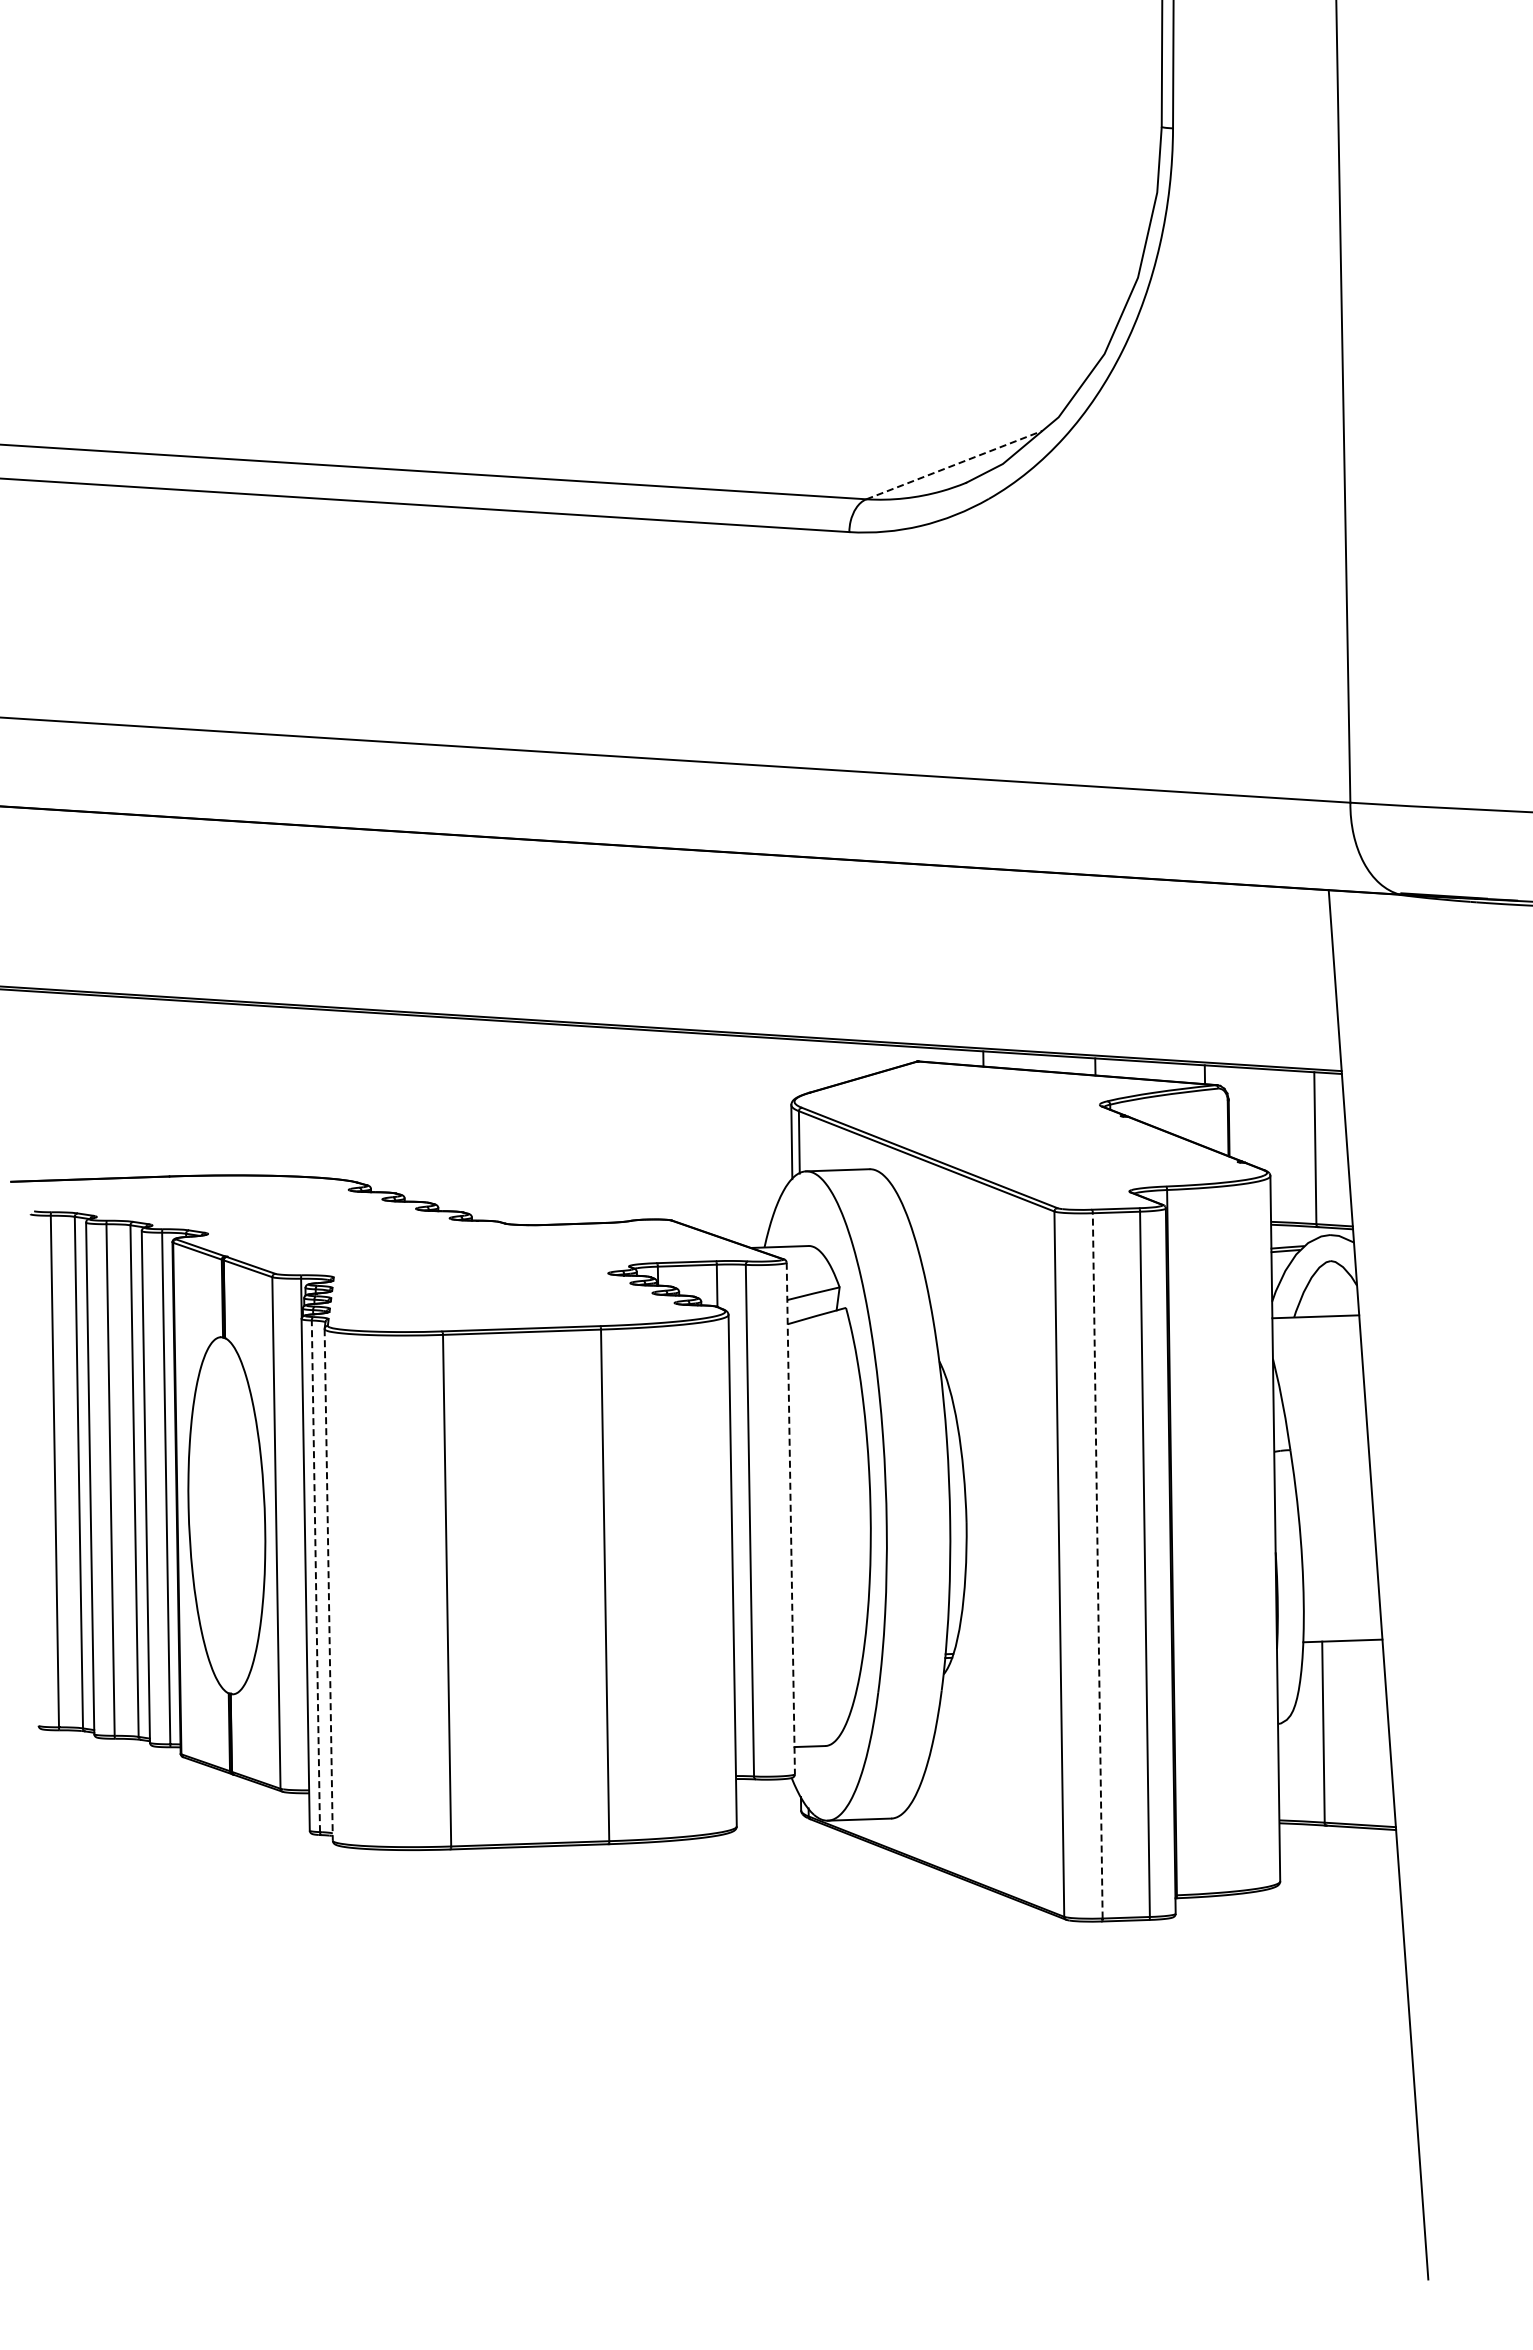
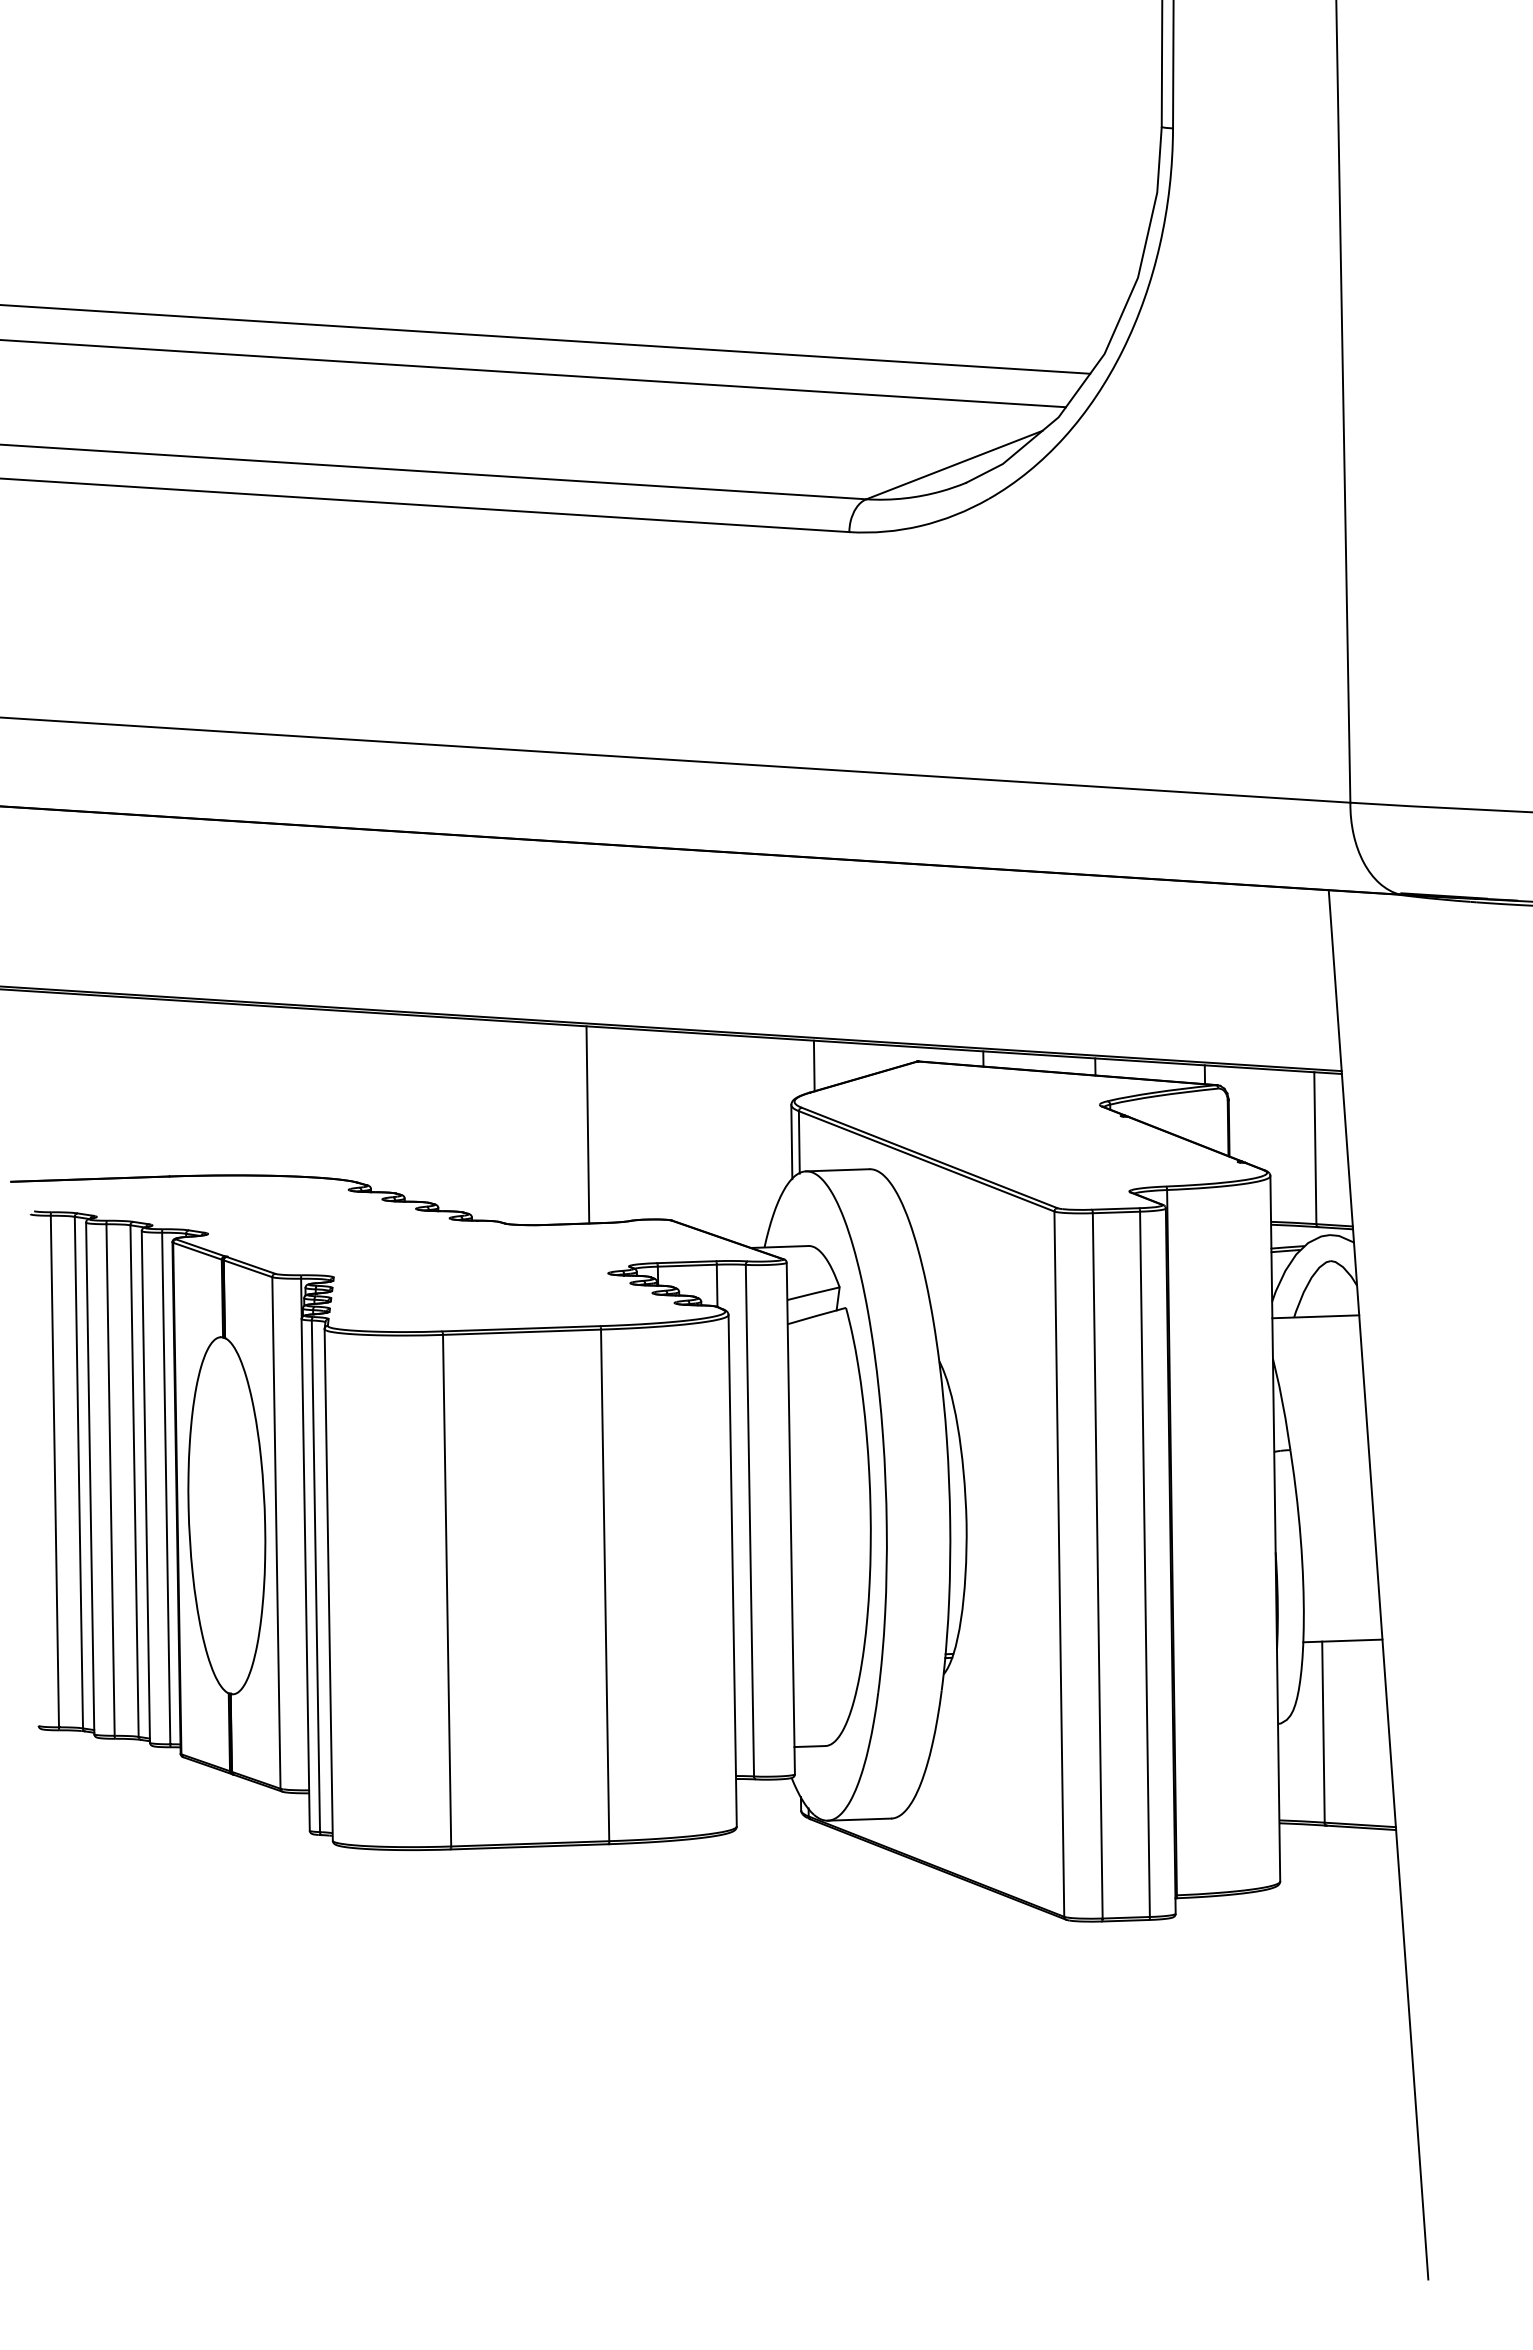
line at (546, 339): none -> present
line at (533, 373): none -> present
line at (954, 464): dashed -> solid
line at (813, 1065): none -> present
line at (587, 1124): none -> present
line at (790, 1518): dashed -> solid
line at (1097, 1565): dashed -> solid
line at (315, 1576): dashed -> solid
line at (328, 1584): dashed -> solid
